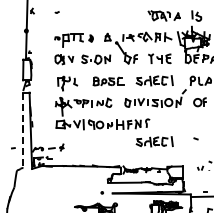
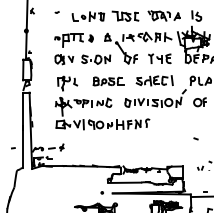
part at (105, 15): none -> present
line at (23, 130): dashed -> solid
part at (154, 141): present -> none
